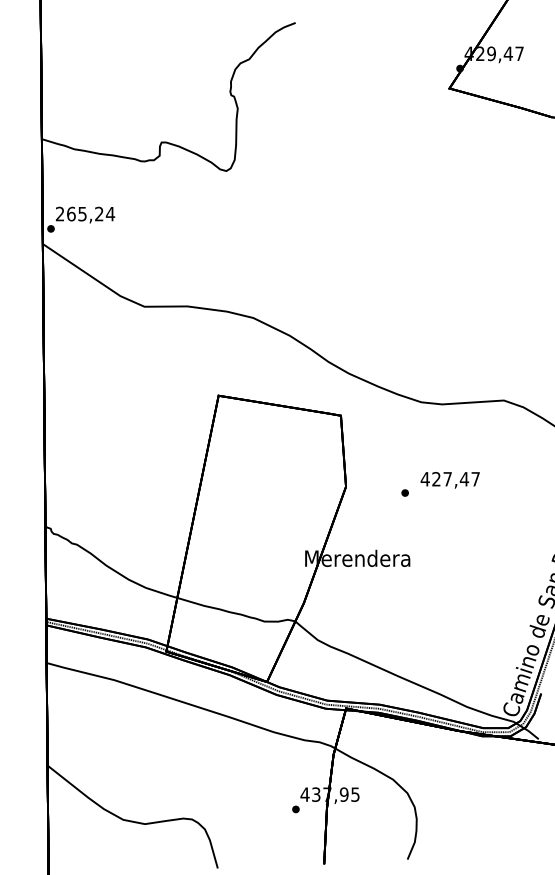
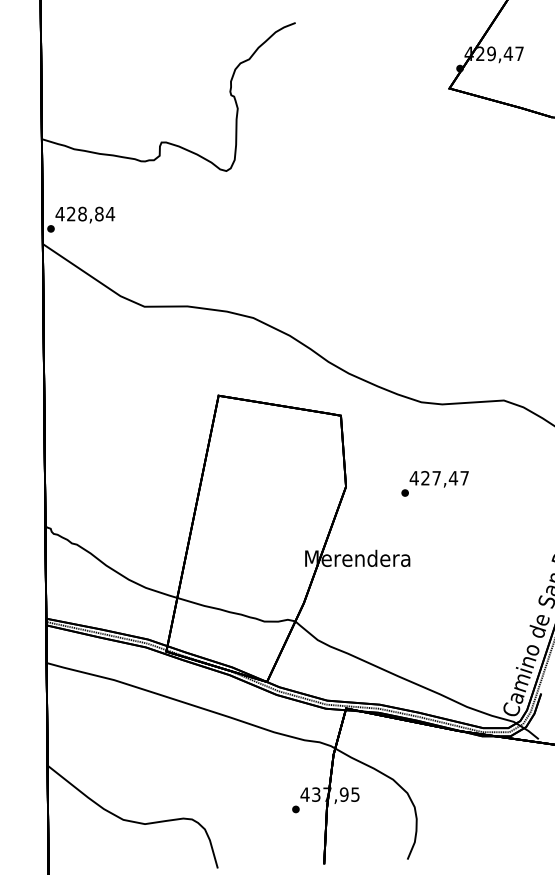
text at (79, 213): 265,24 -> 428,84
text at (449, 480) position: (449, 480) -> (438, 479)
